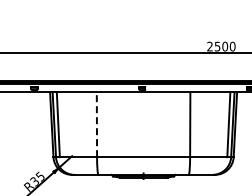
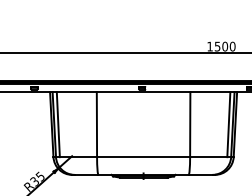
text at (209, 46): 2500 -> 1500
line at (96, 124): dashed -> solid
